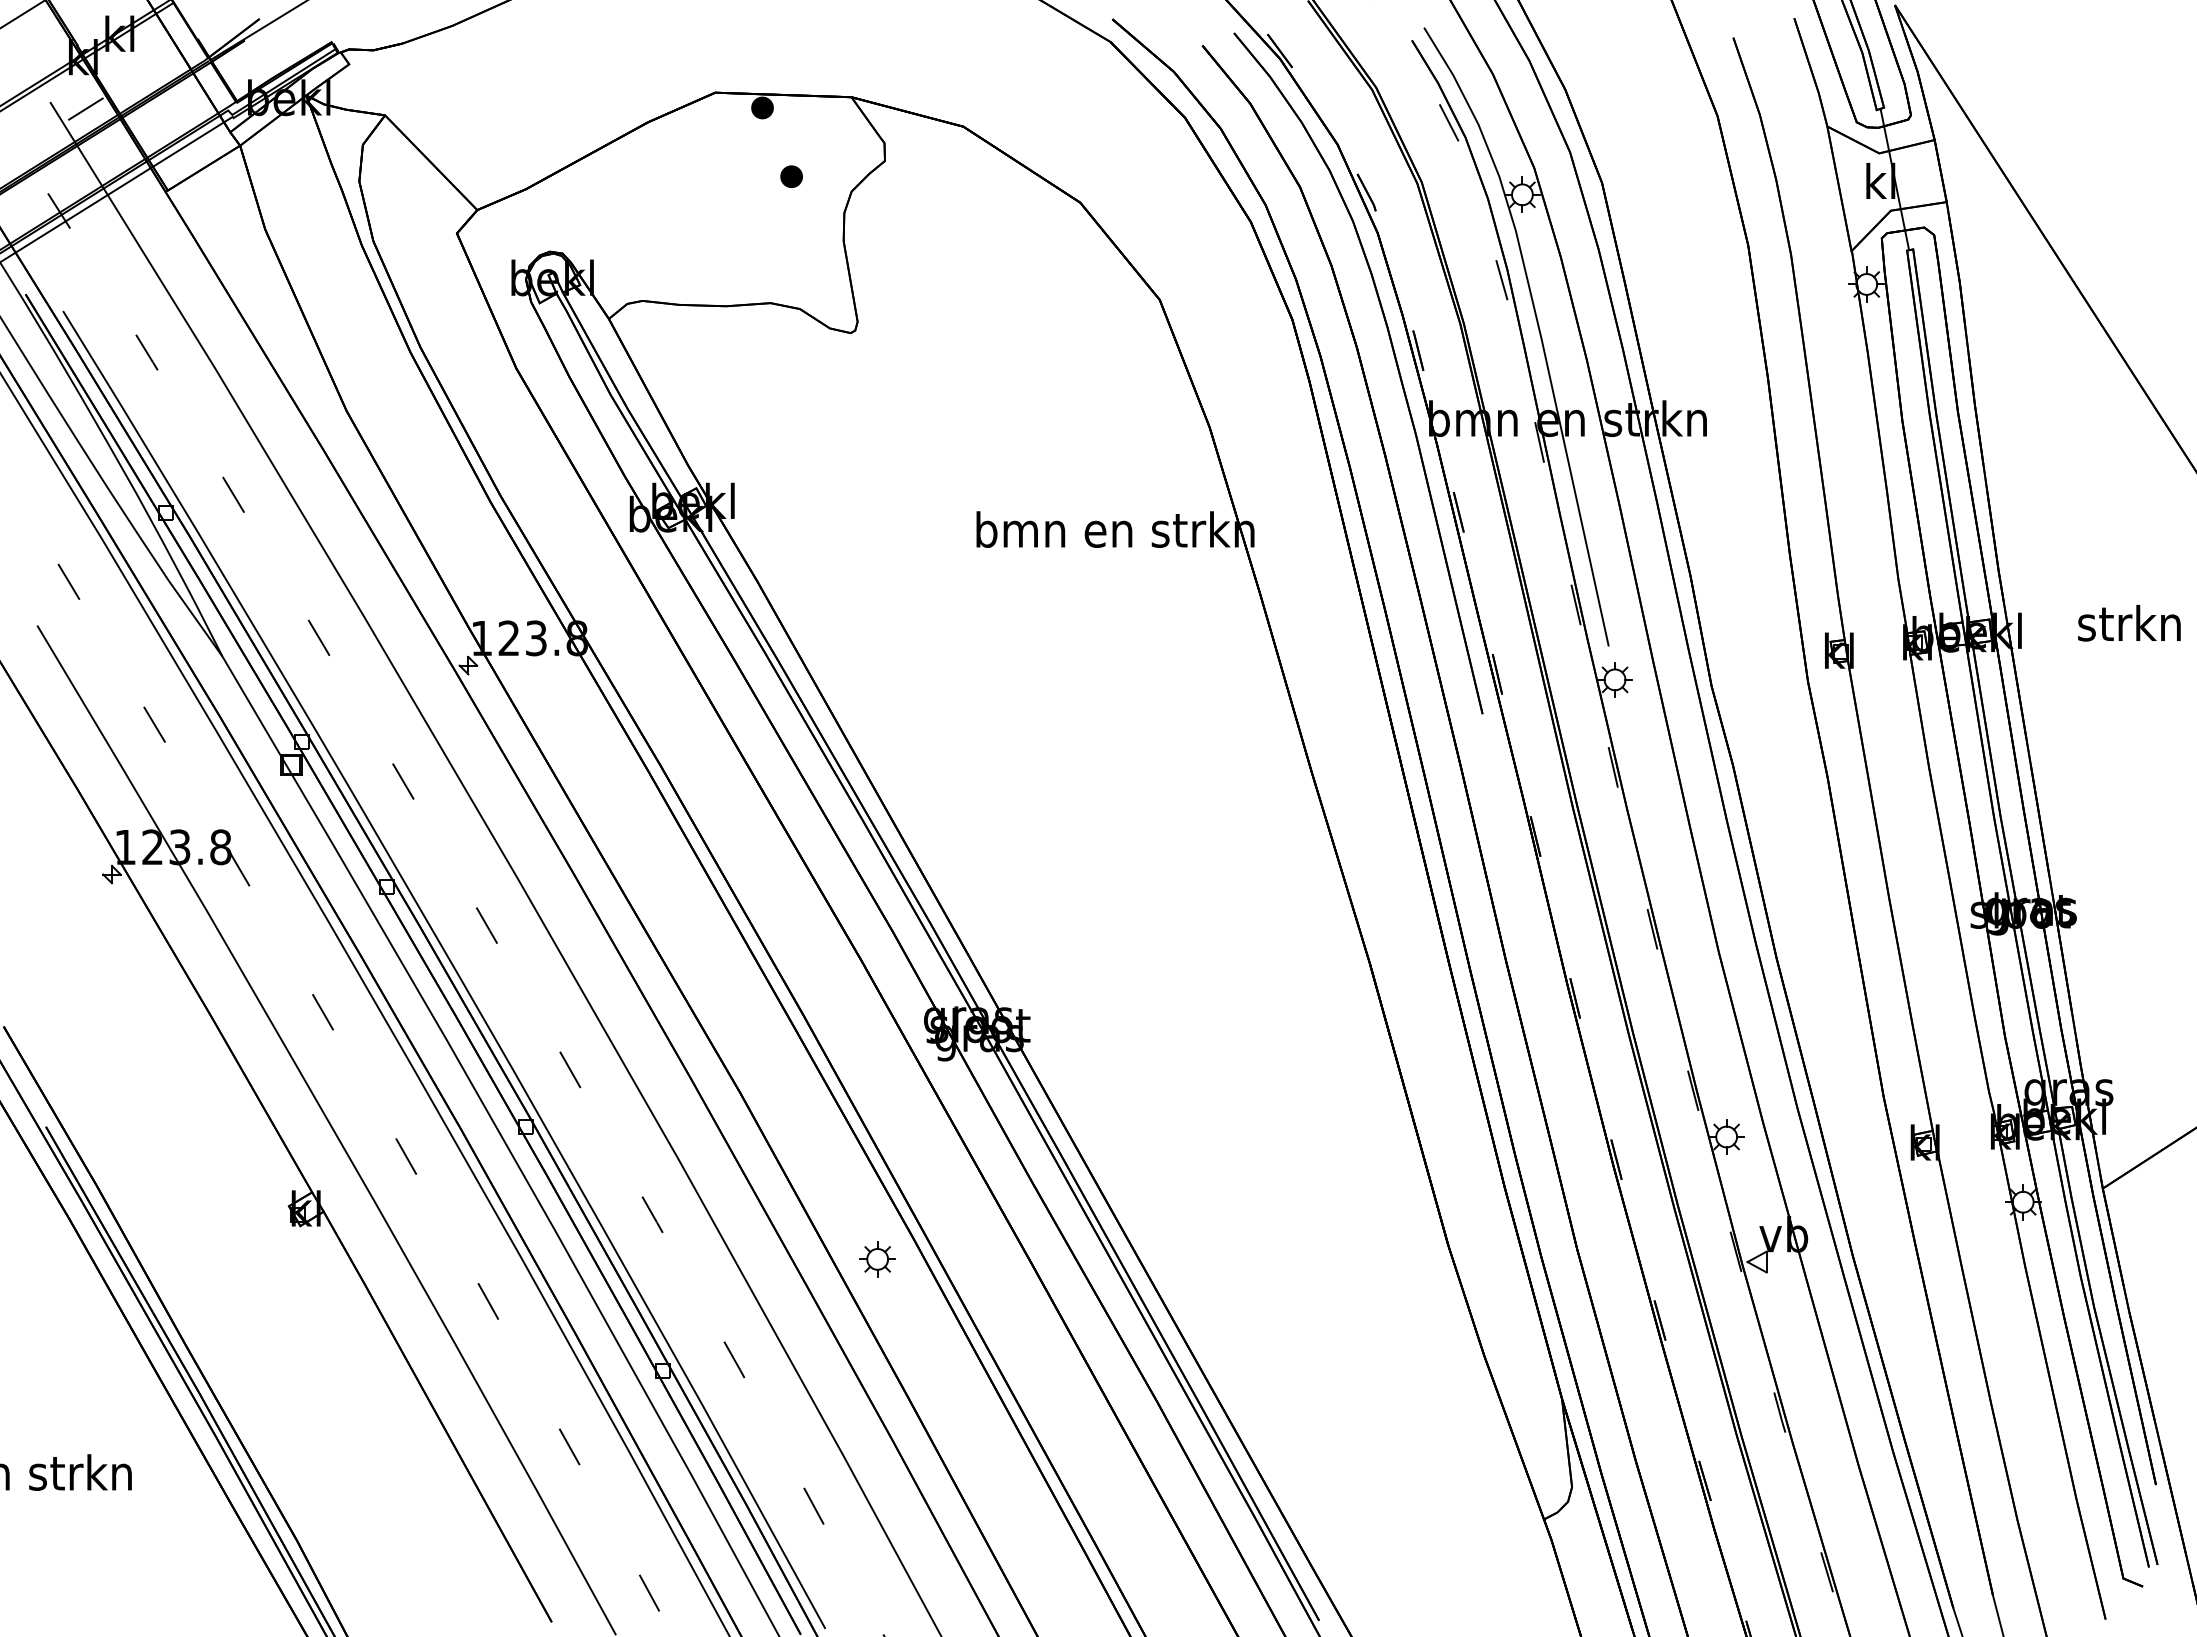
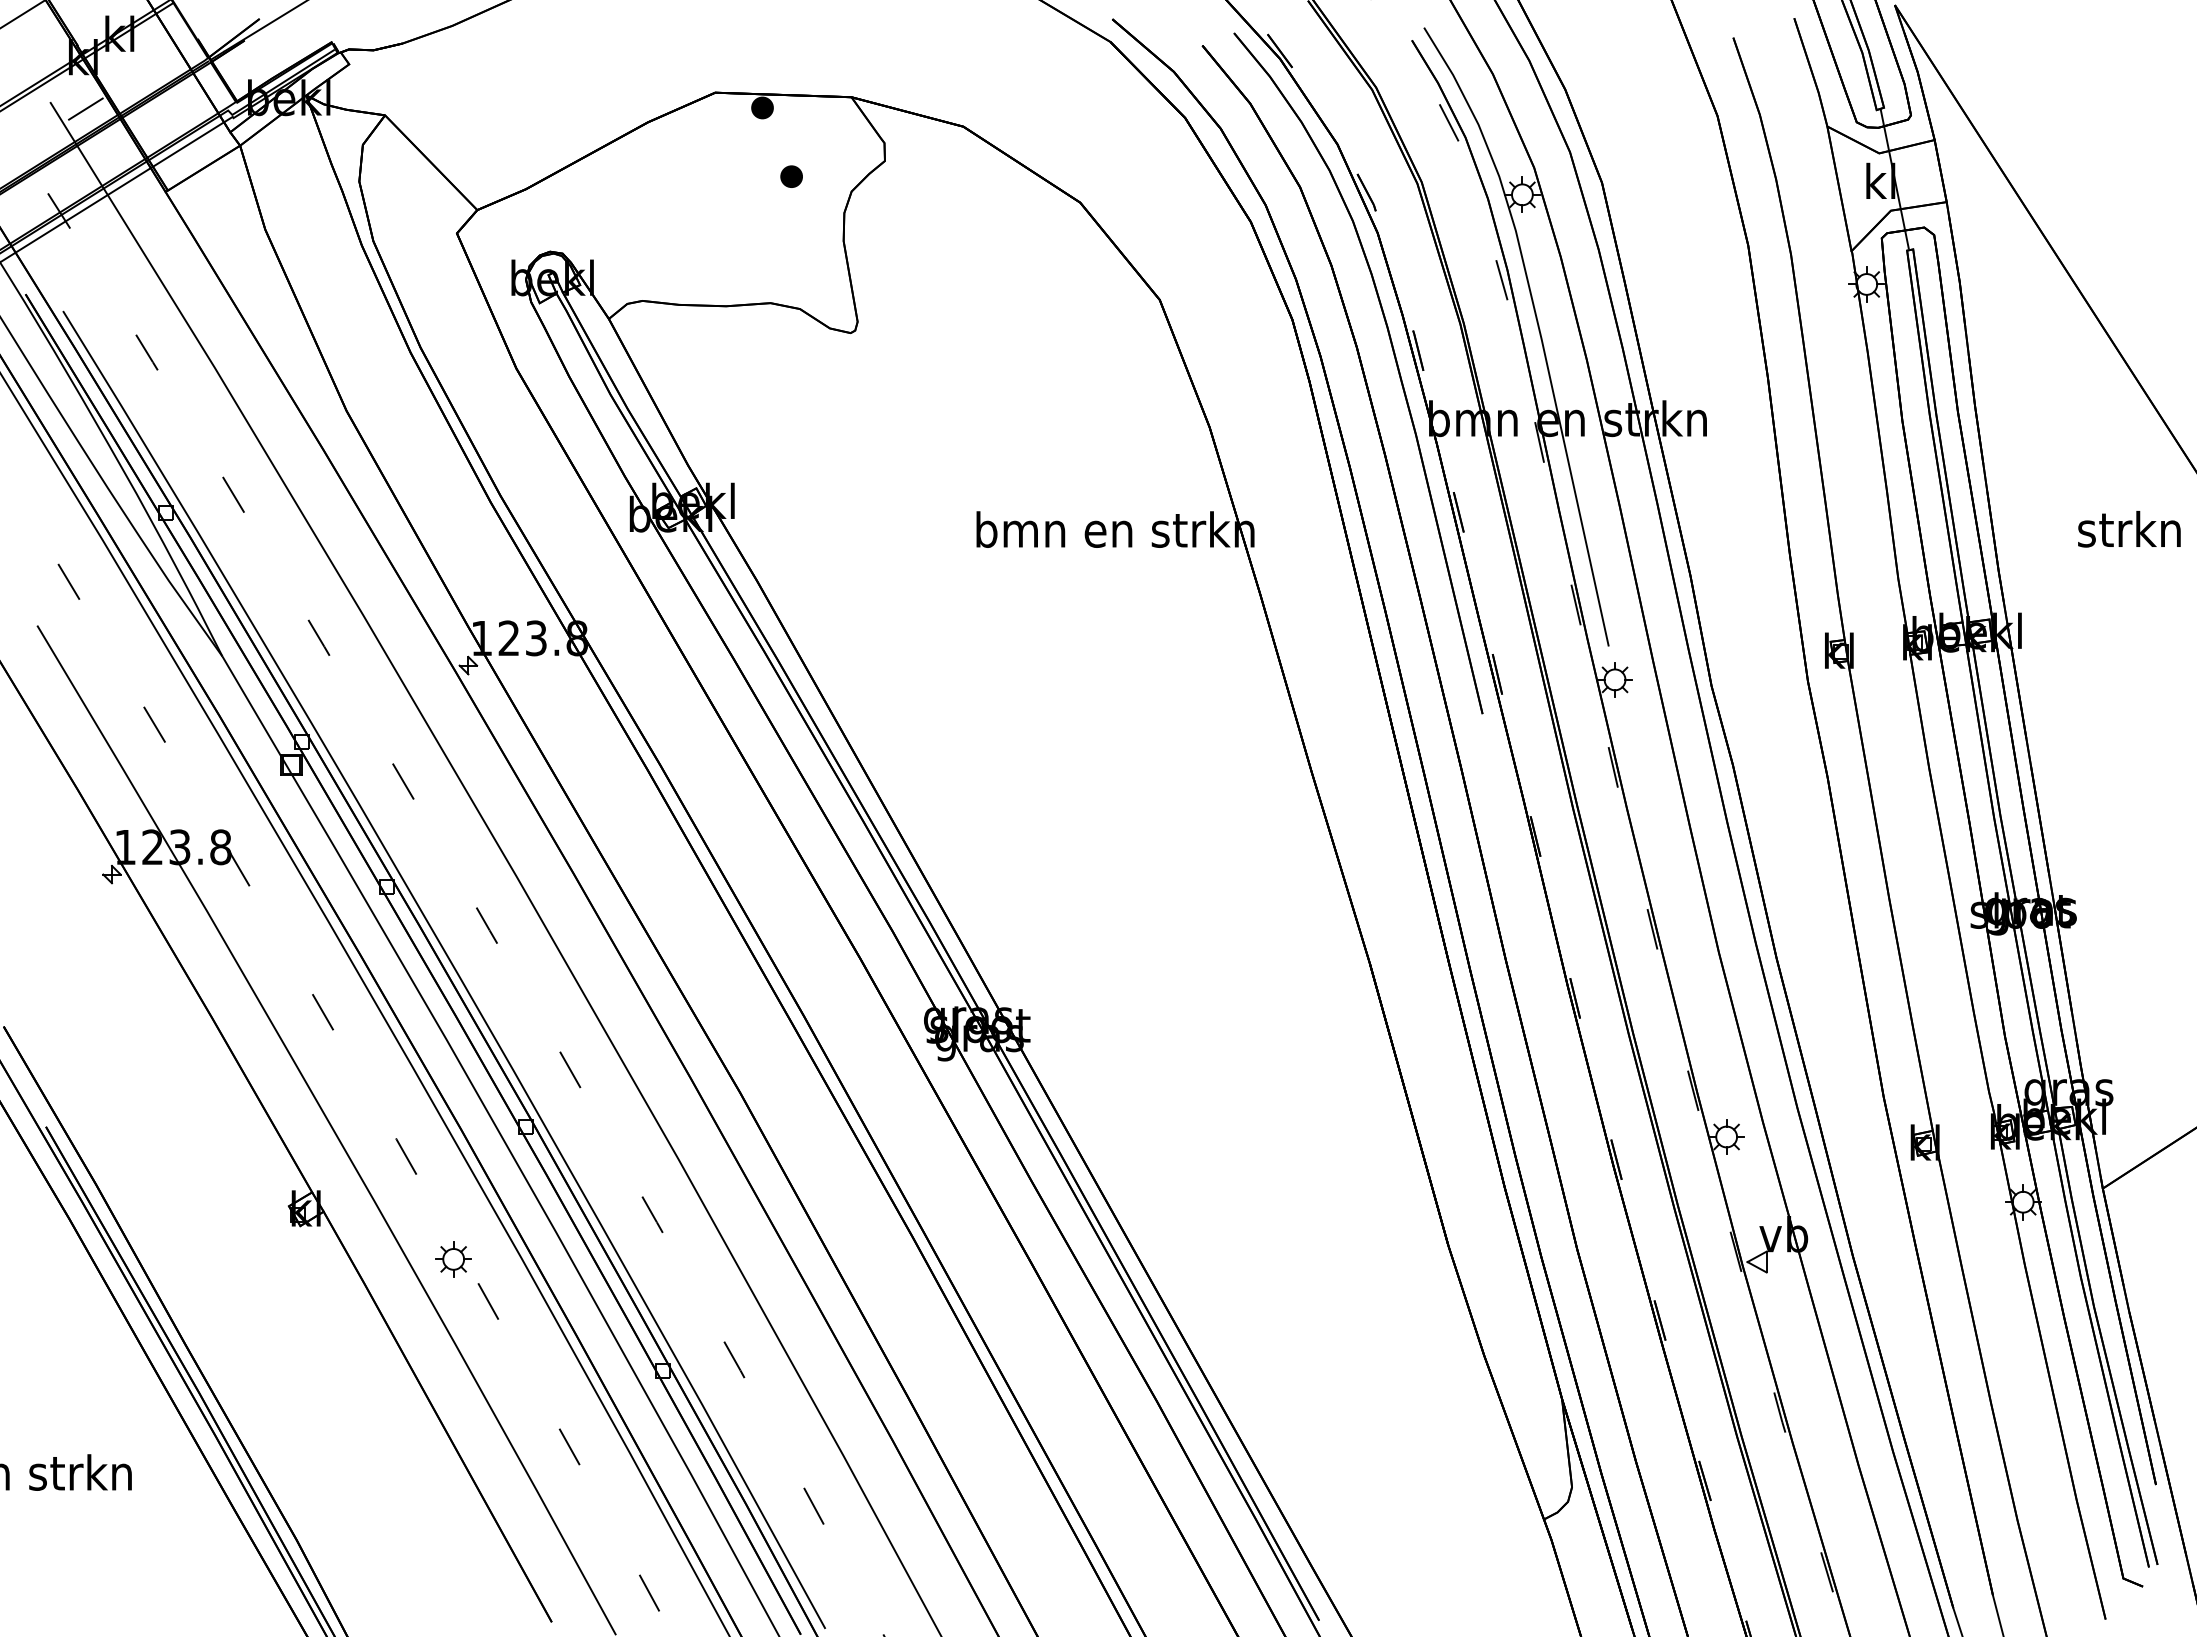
text at (2129, 623) position: (2129, 623) -> (2129, 529)
part at (877, 1259) position: (877, 1259) -> (453, 1259)
